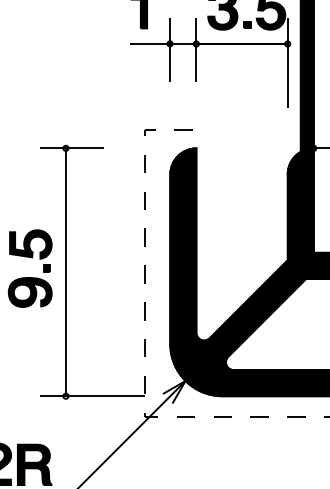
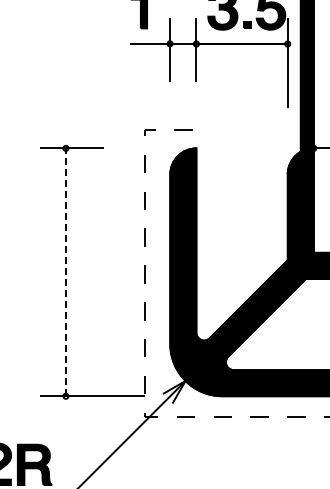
line at (65, 272): solid -> dashed
part at (29, 277): present -> none
